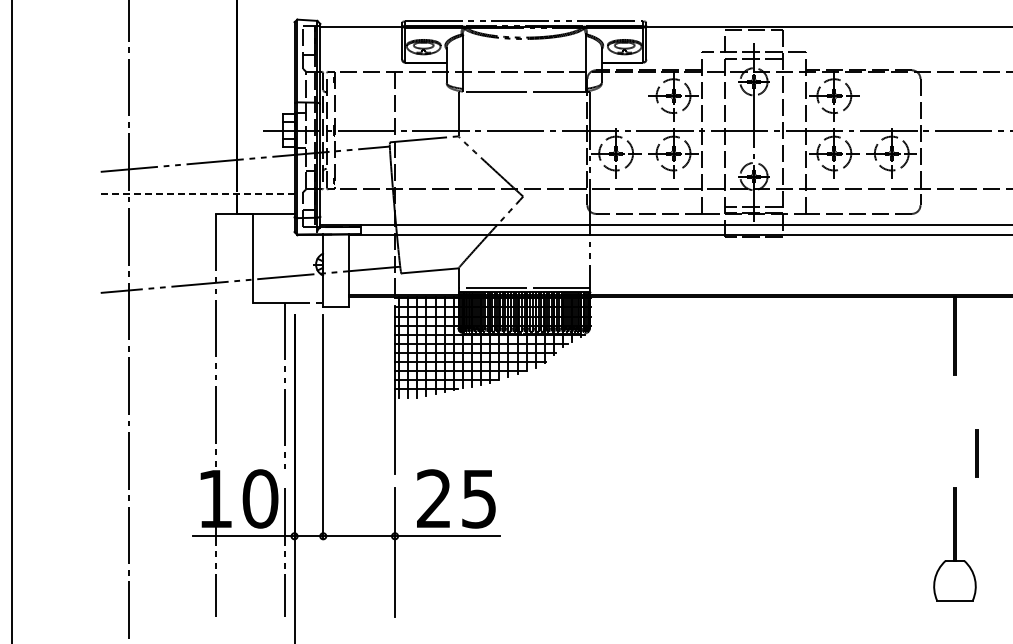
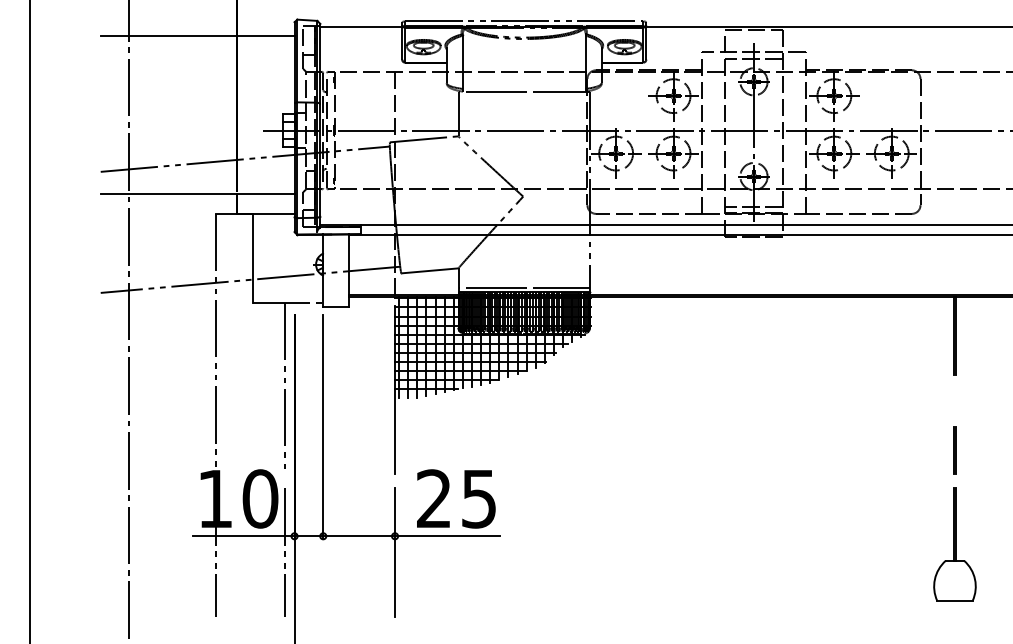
line at (197, 35): none -> present
line at (197, 193): dashed -> solid
line at (12, 321) position: (12, 321) -> (30, 321)
line at (976, 453) position: (976, 453) -> (954, 450)
